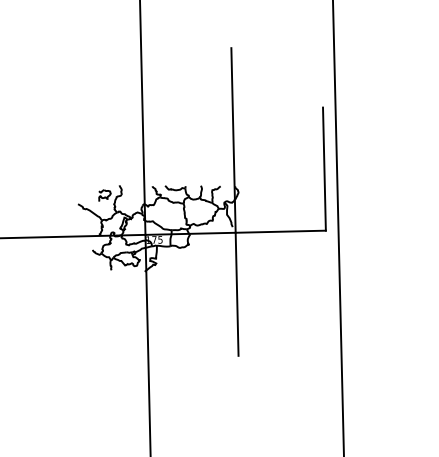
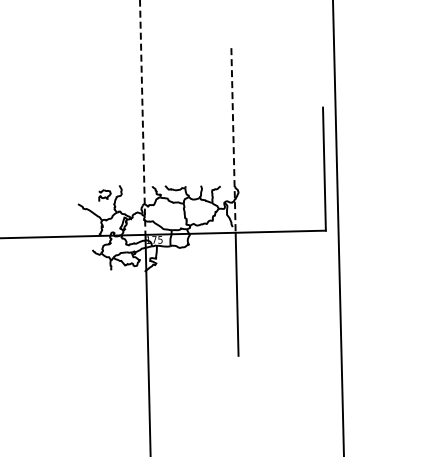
line at (142, 118): solid -> dashed
line at (233, 140): solid -> dashed
